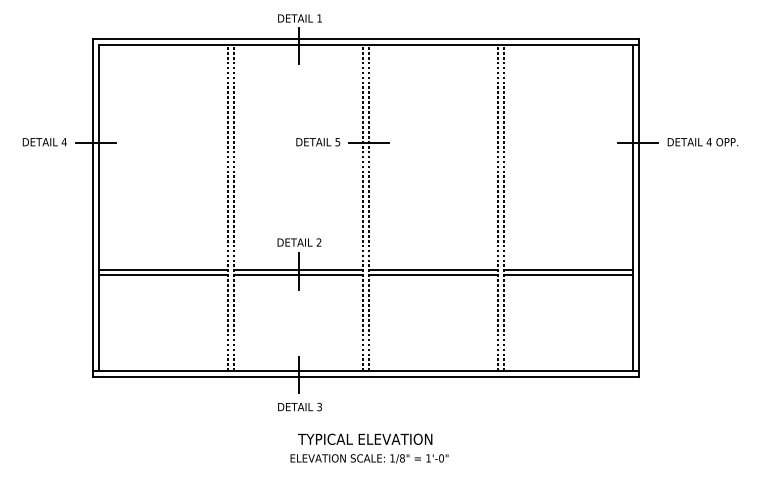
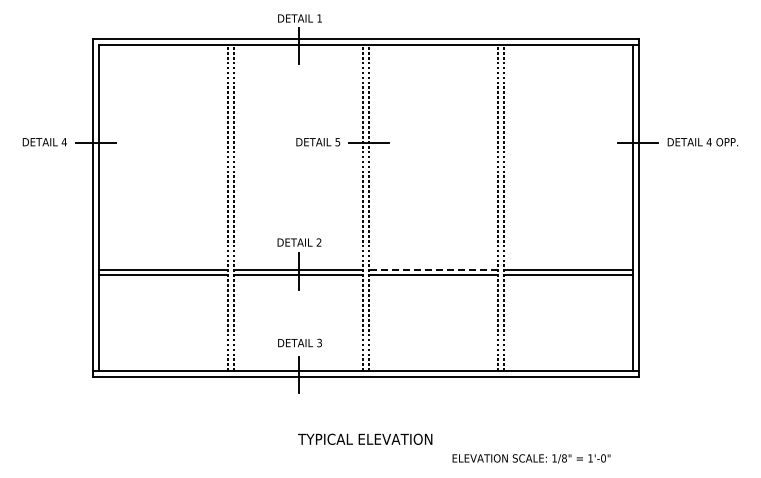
line at (433, 269): solid -> dashed
text at (299, 406) position: (299, 406) -> (299, 342)
text at (369, 458) position: (369, 458) -> (531, 458)
